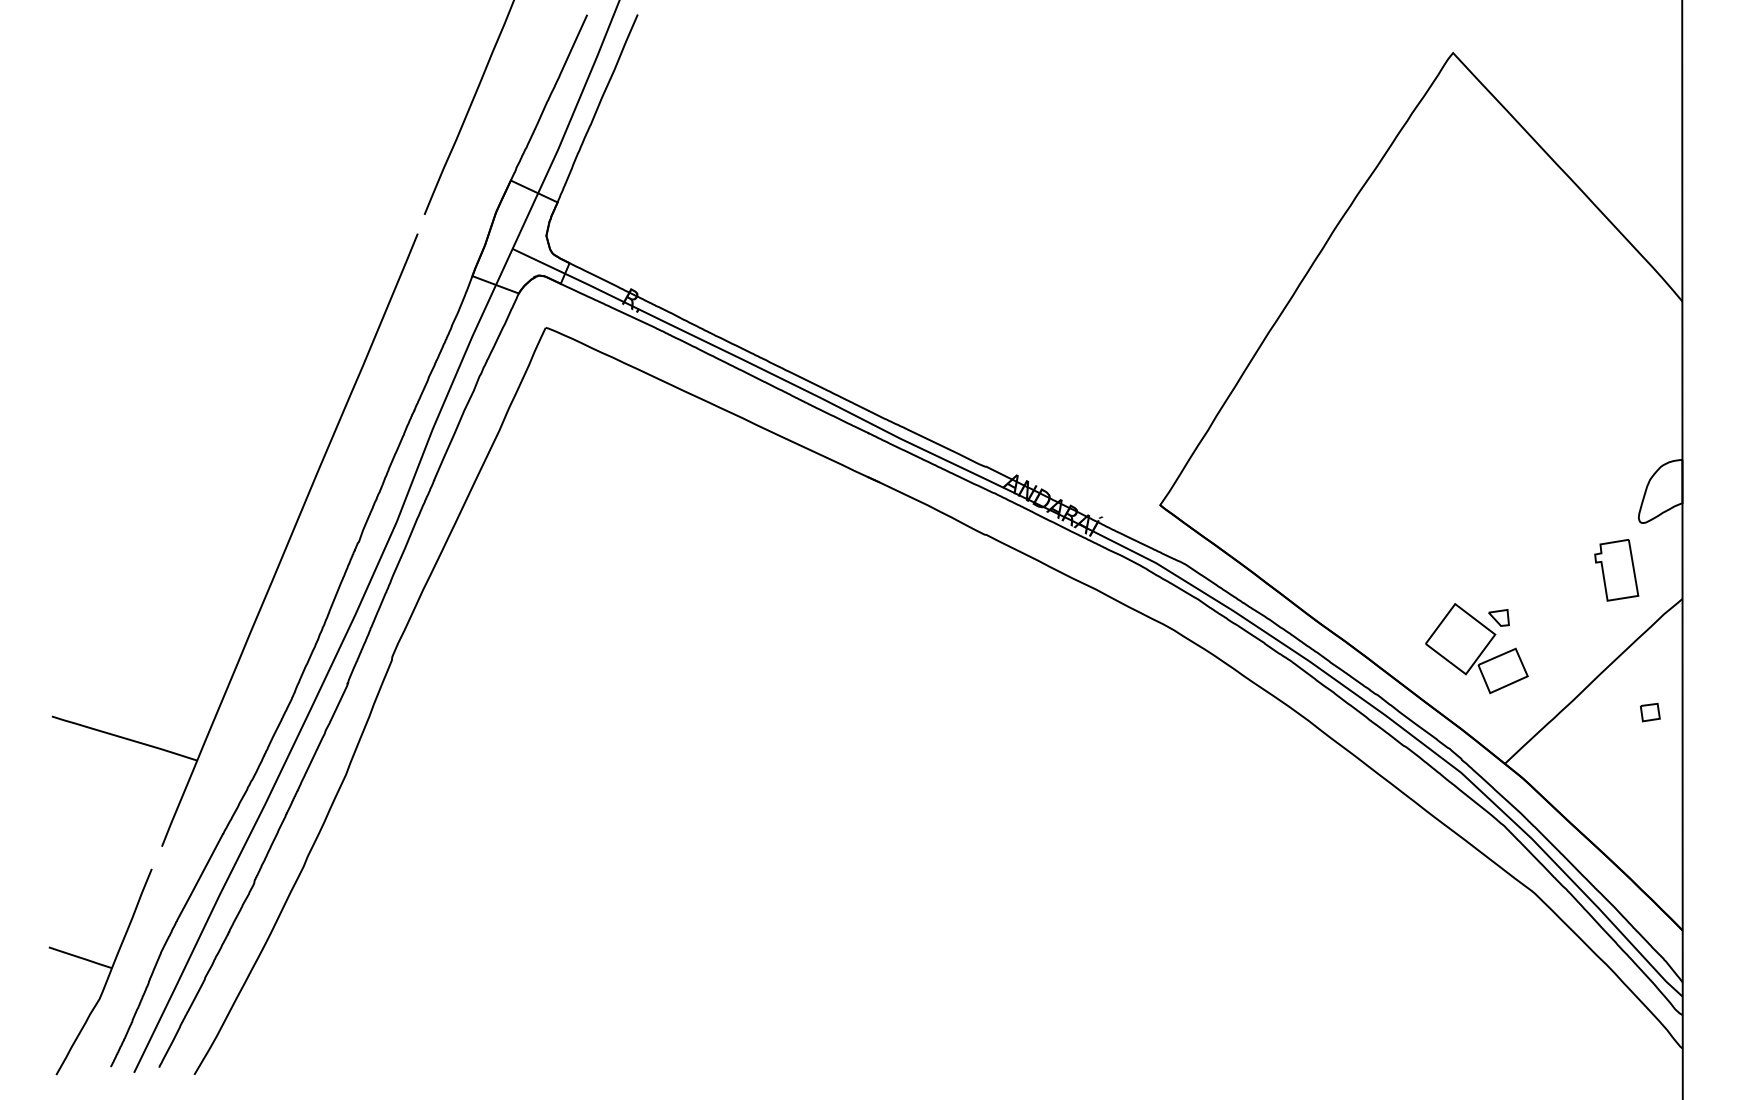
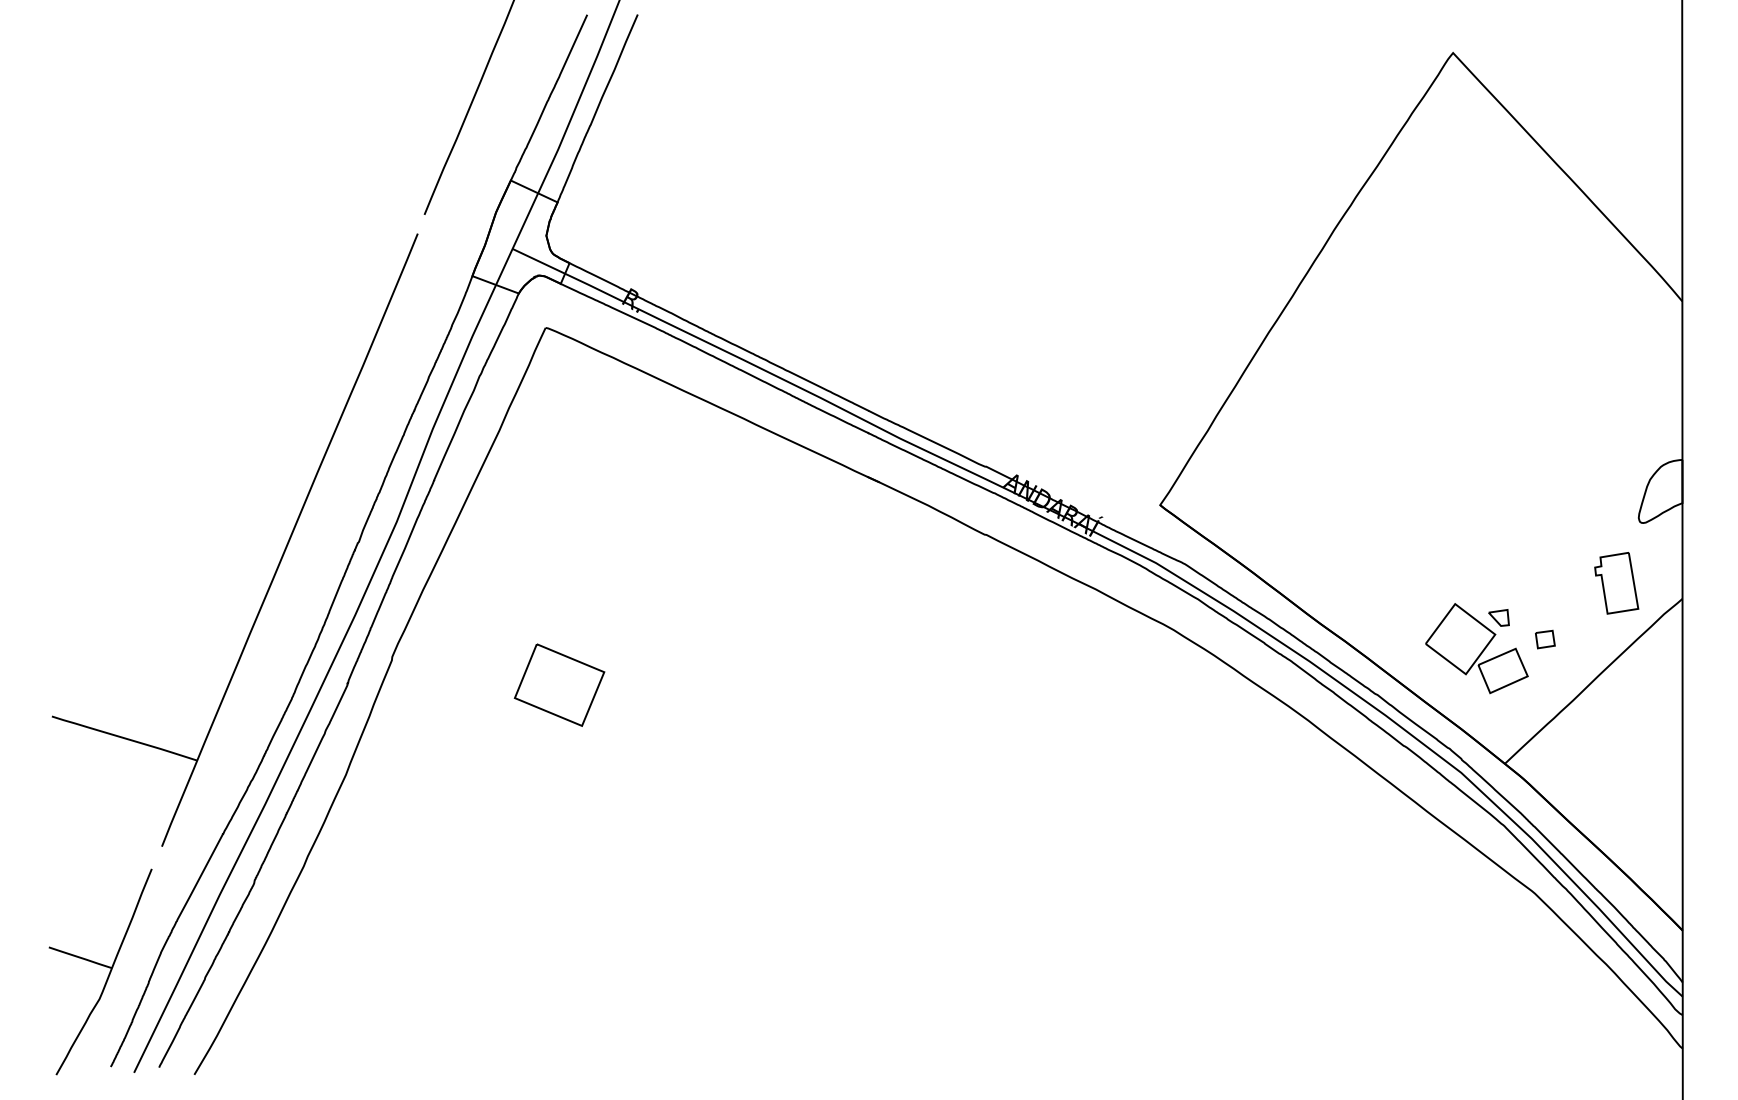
part at (1616, 570) position: (1616, 570) -> (1616, 583)
part at (559, 684): none -> present
part at (1650, 712) position: (1650, 712) -> (1545, 639)
